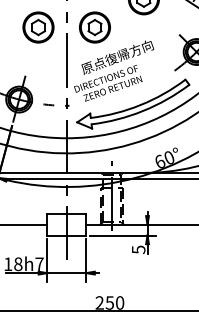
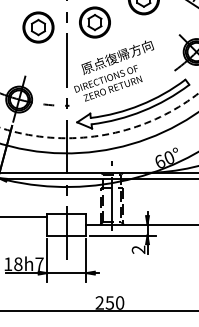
part at (94, 27) position: (94, 27) -> (94, 22)
circle at (99, 115): solid -> dashed
line at (24, 224) position: (24, 224) -> (24, 216)
text at (138, 249): 5 -> 2
